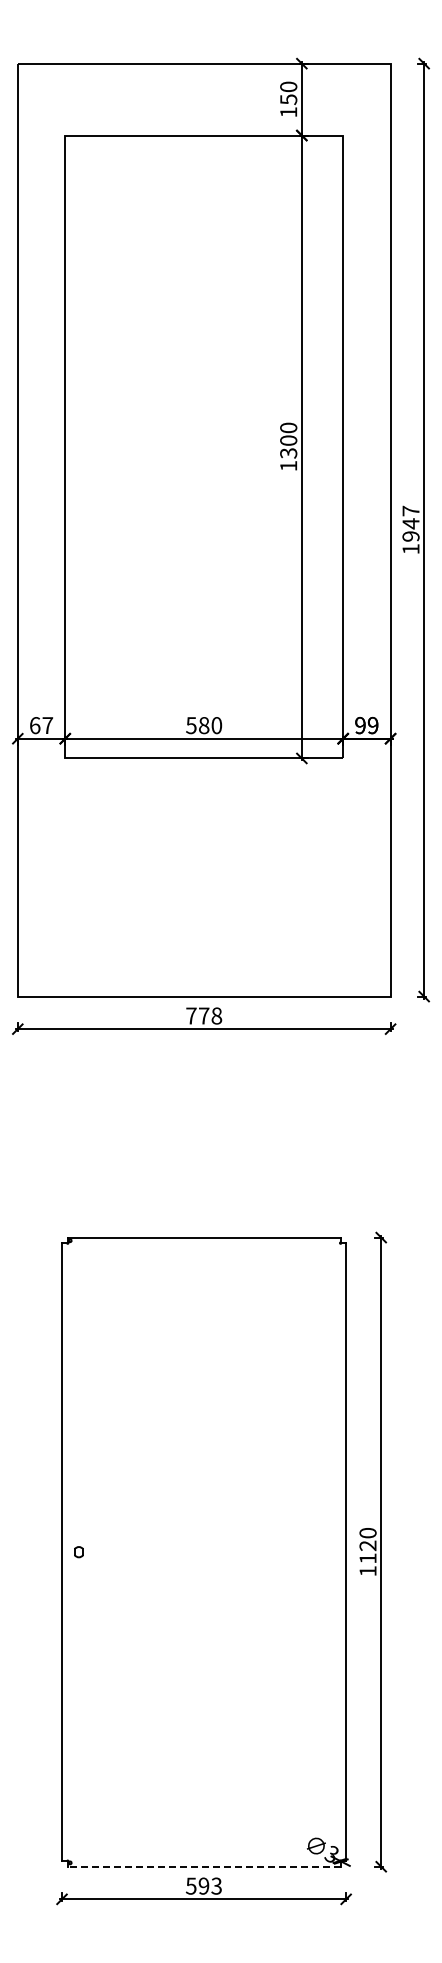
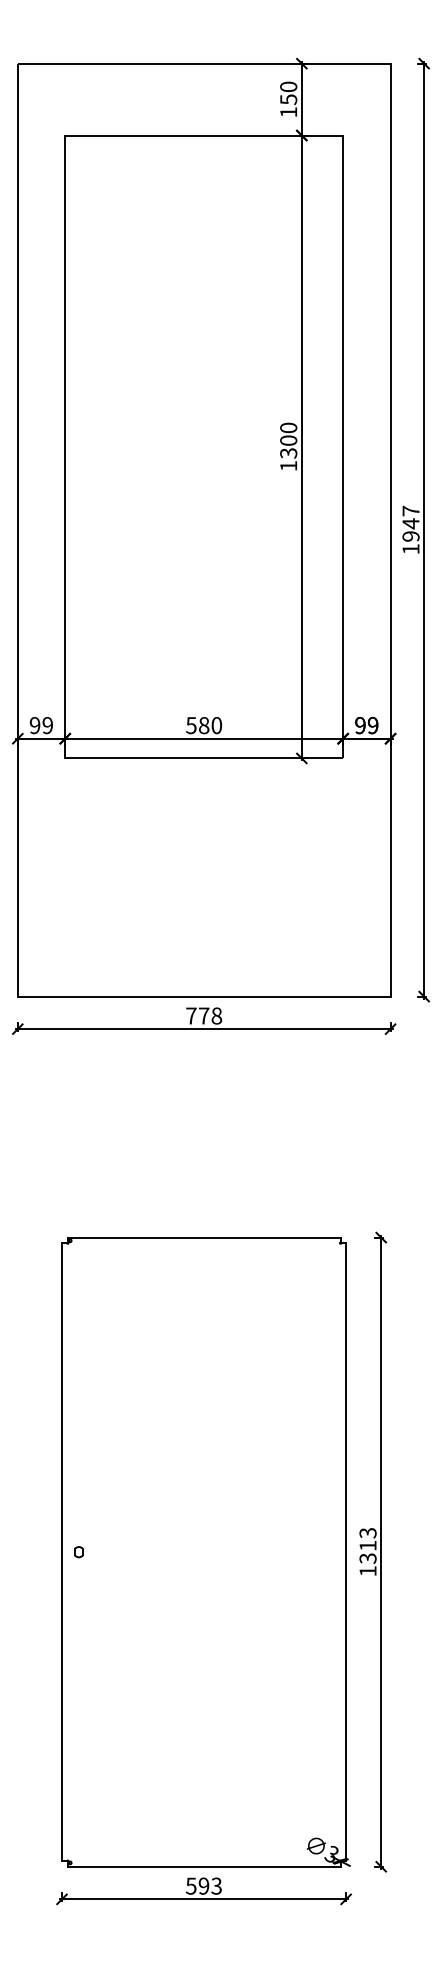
text at (41, 725): 67 -> 99
text at (367, 1545): 1120 -> 1313
line at (203, 1866): dashed -> solid
